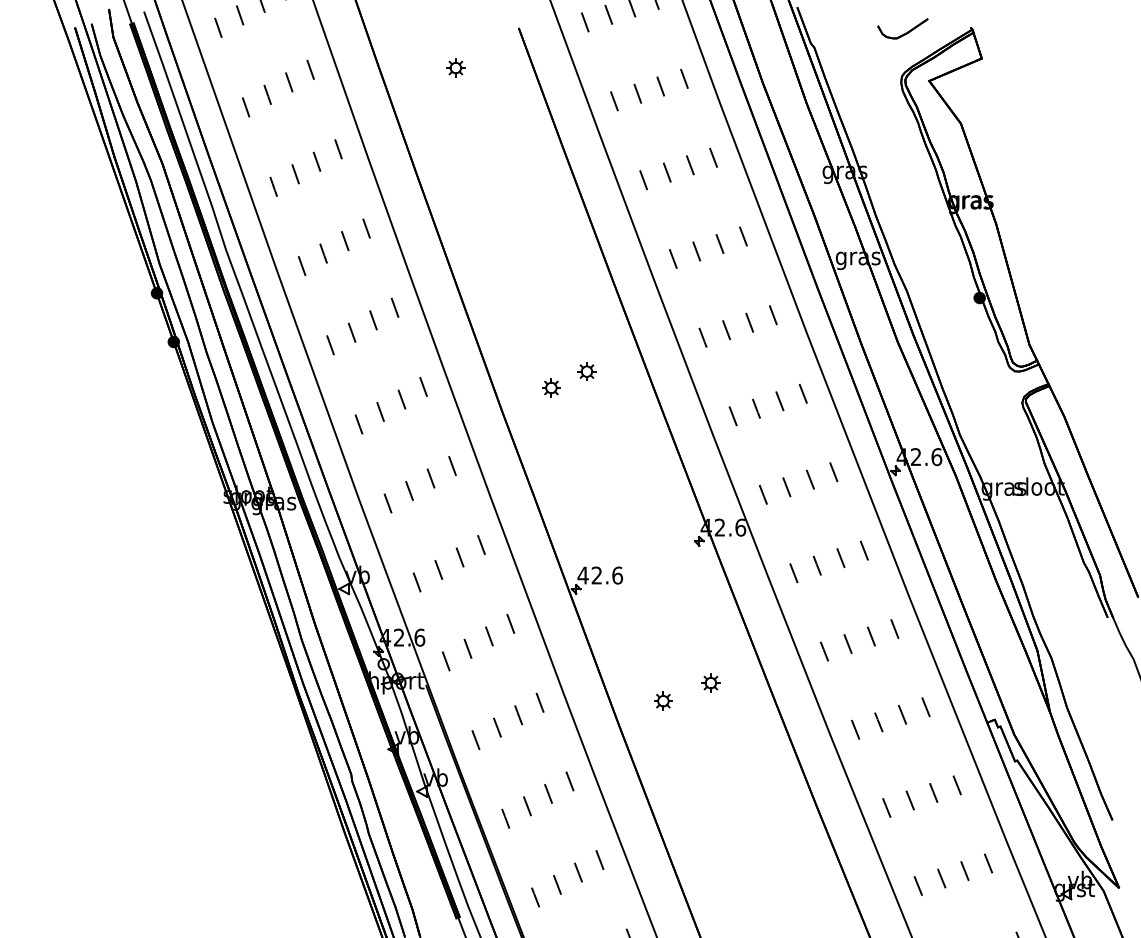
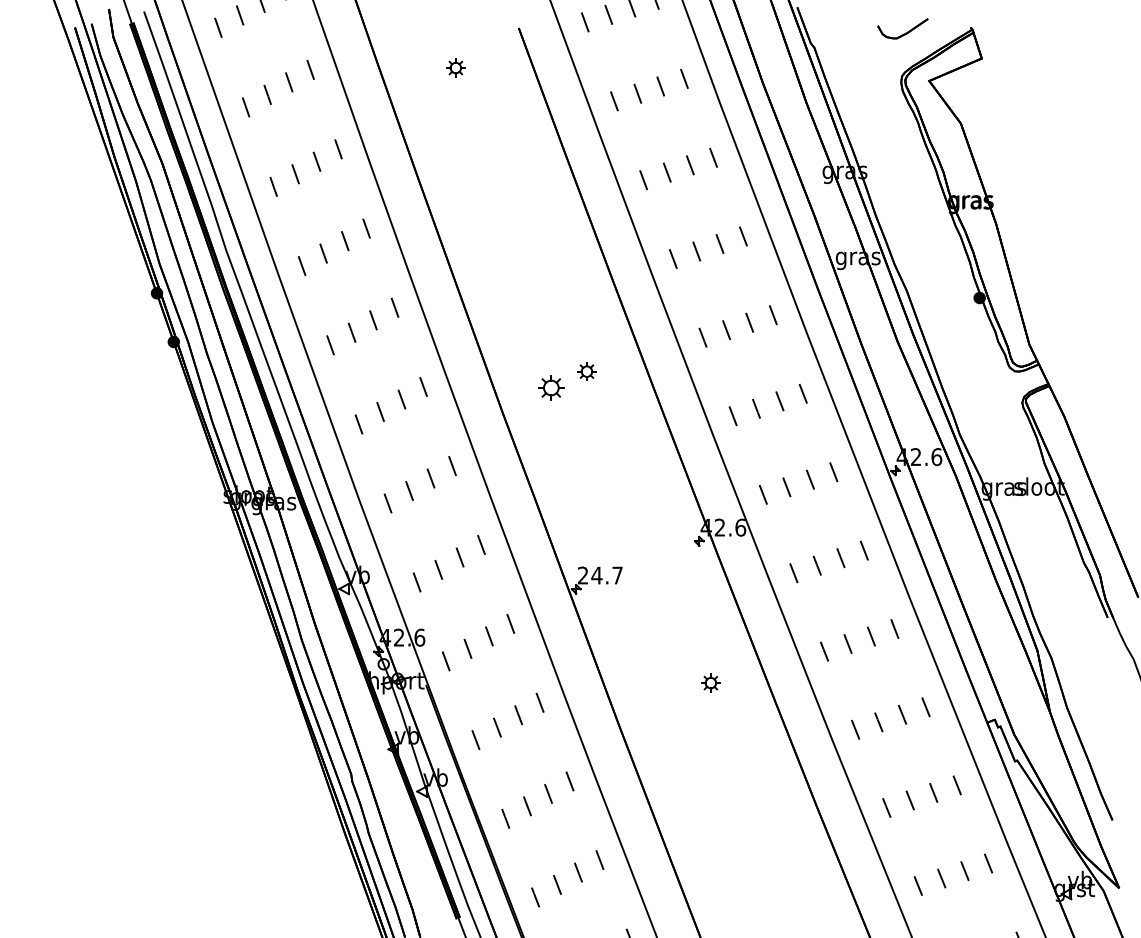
part at (551, 387) size: 19x20 px -> 27x26 px
text at (600, 575): 42.6 -> 24.7
part at (663, 700): present -> none
